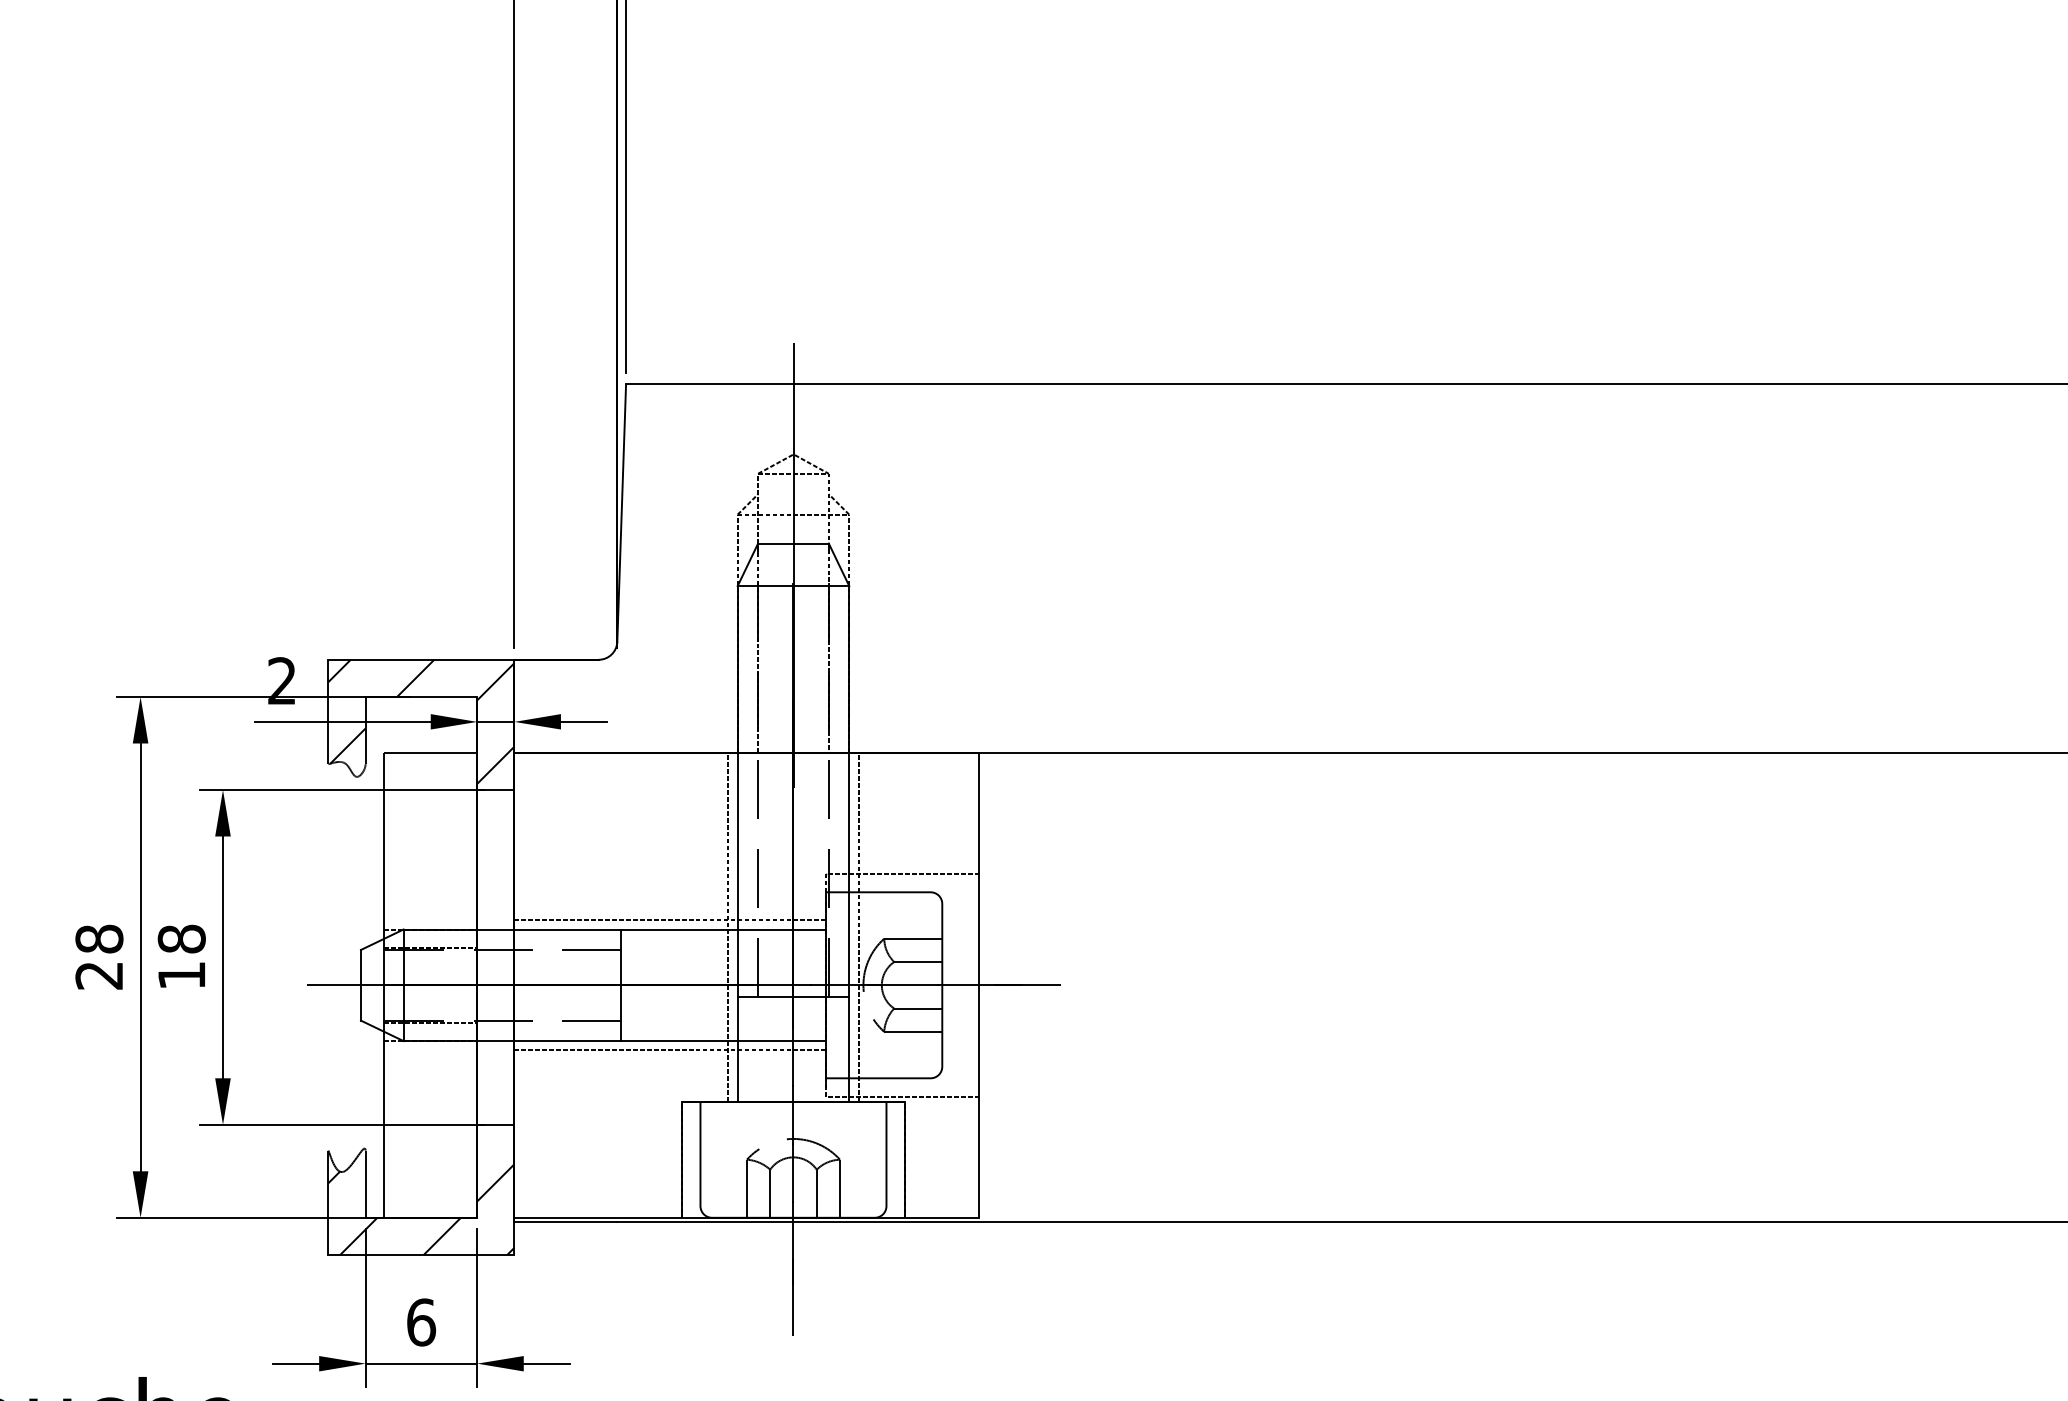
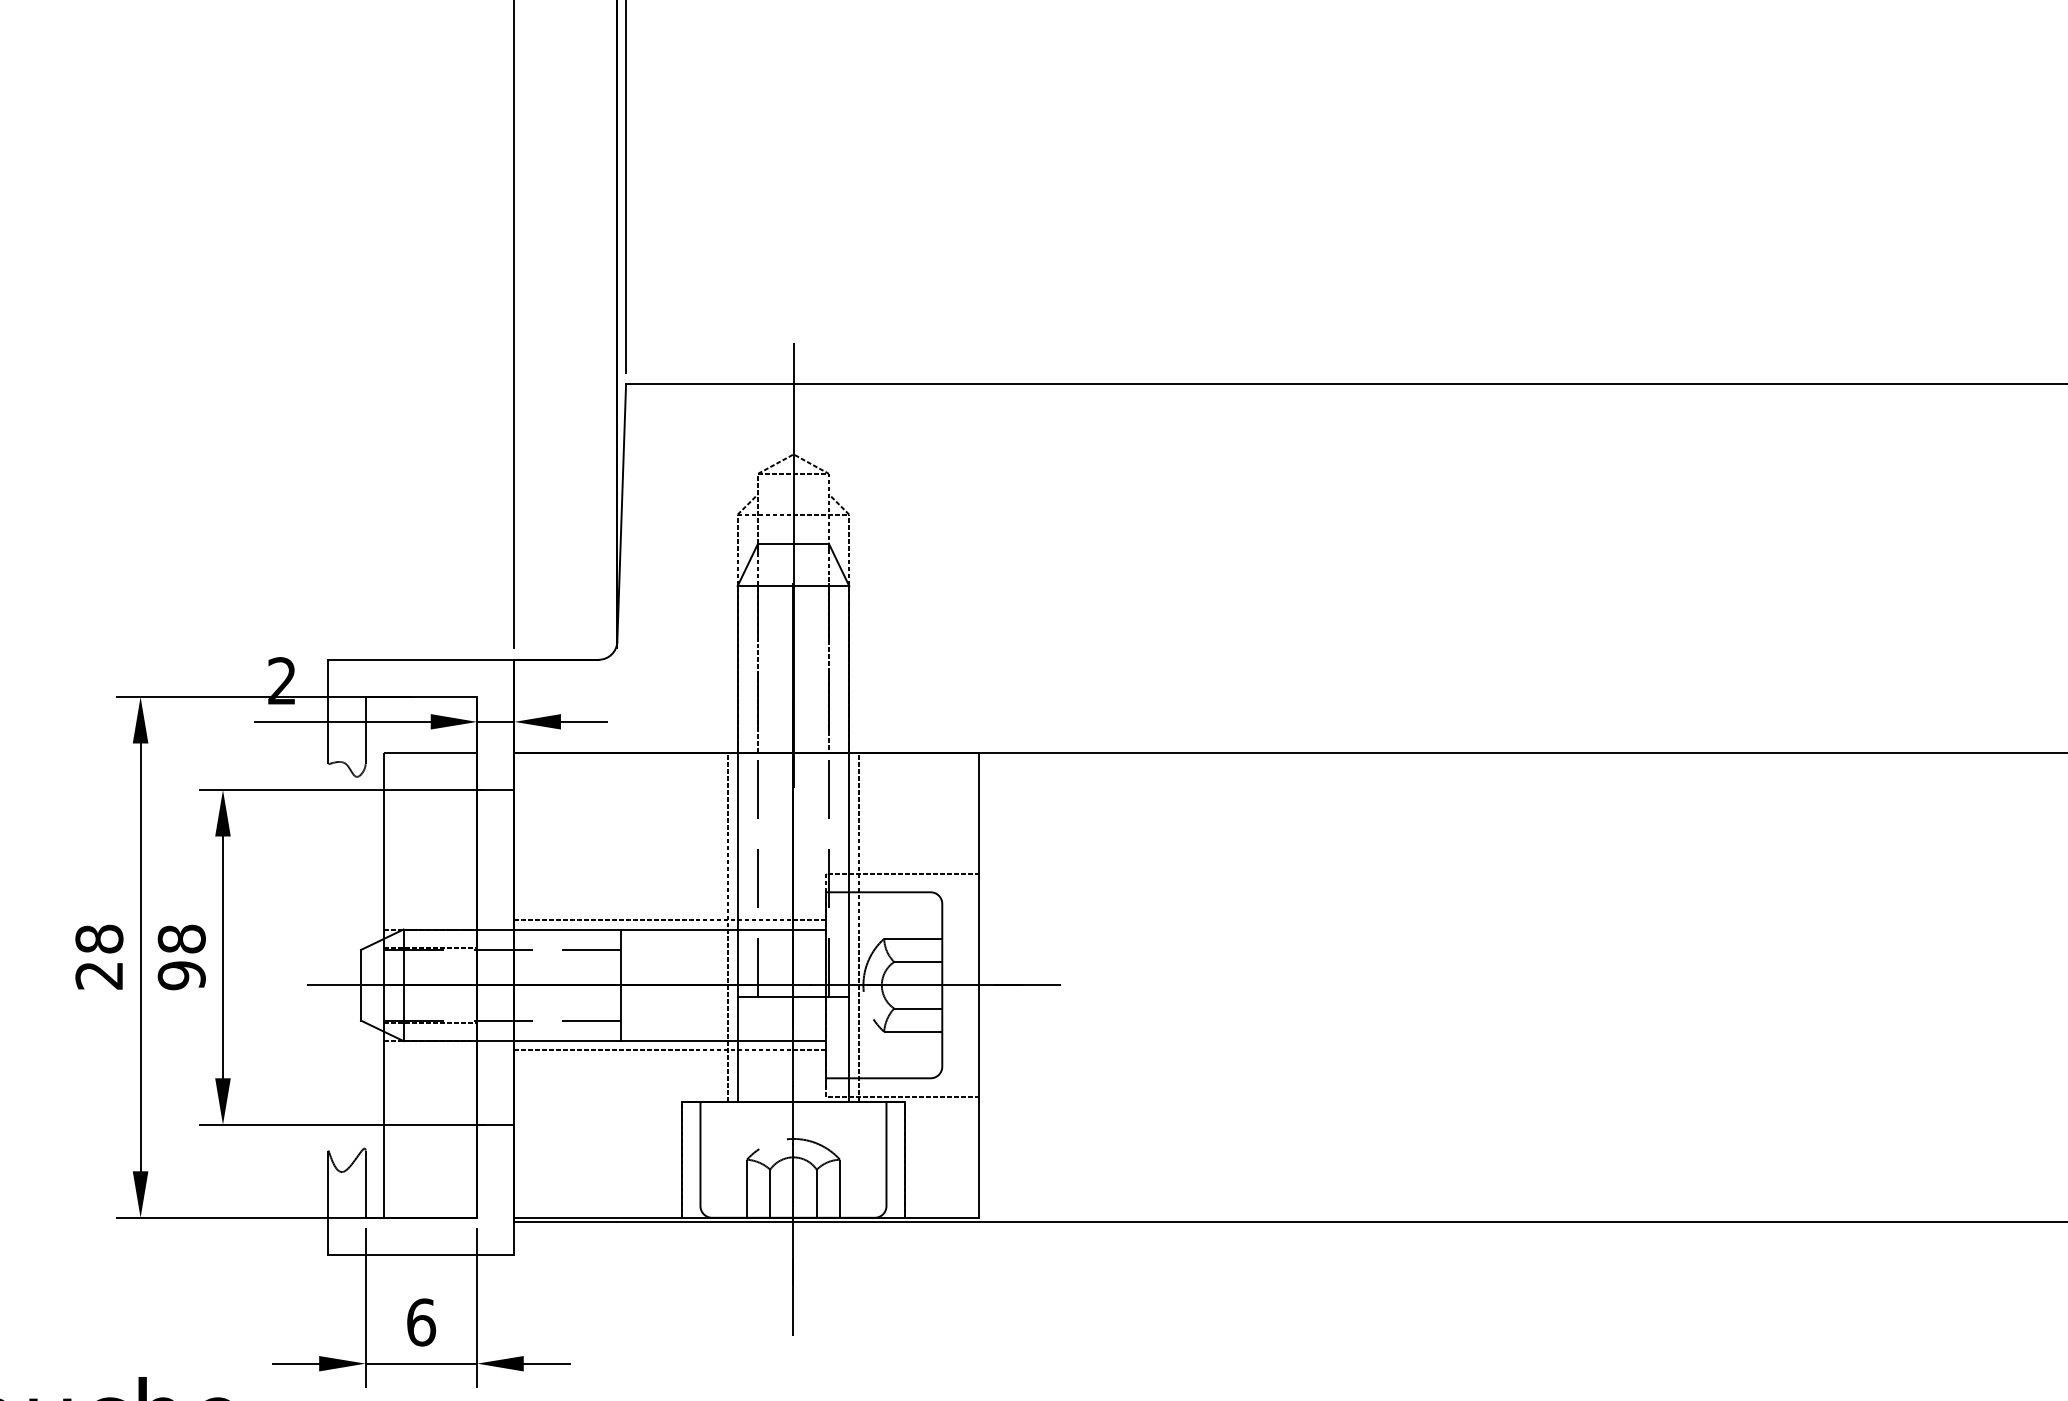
hatch at (421, 721): present -> none
text at (181, 975): 18 -> 98
hatch at (421, 1209): present -> none
